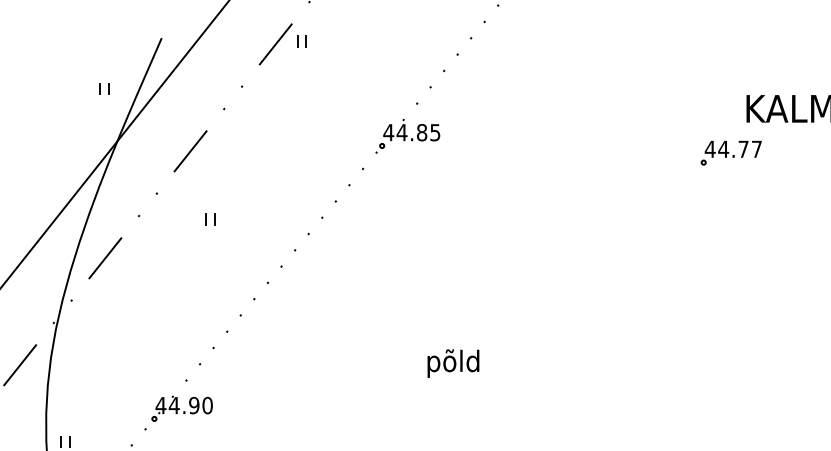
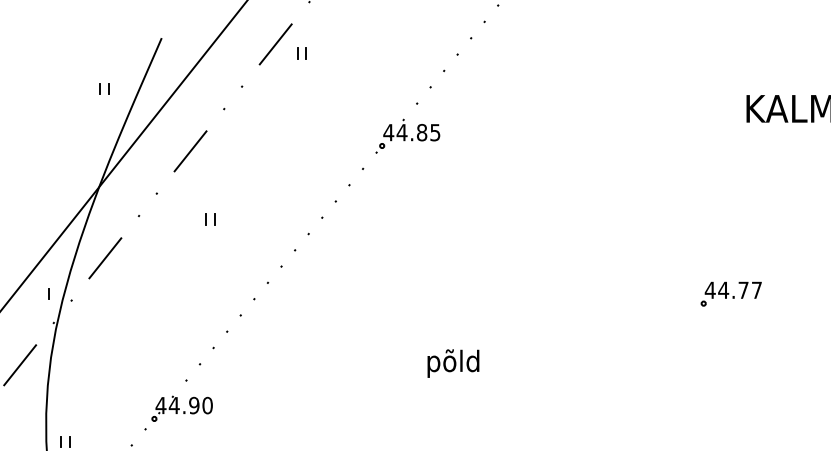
part at (301, 41) position: (301, 41) -> (301, 53)
line at (114, 144) position: (114, 144) -> (124, 155)
part at (730, 152) position: (730, 152) -> (730, 293)
line at (48, 293): none -> present
